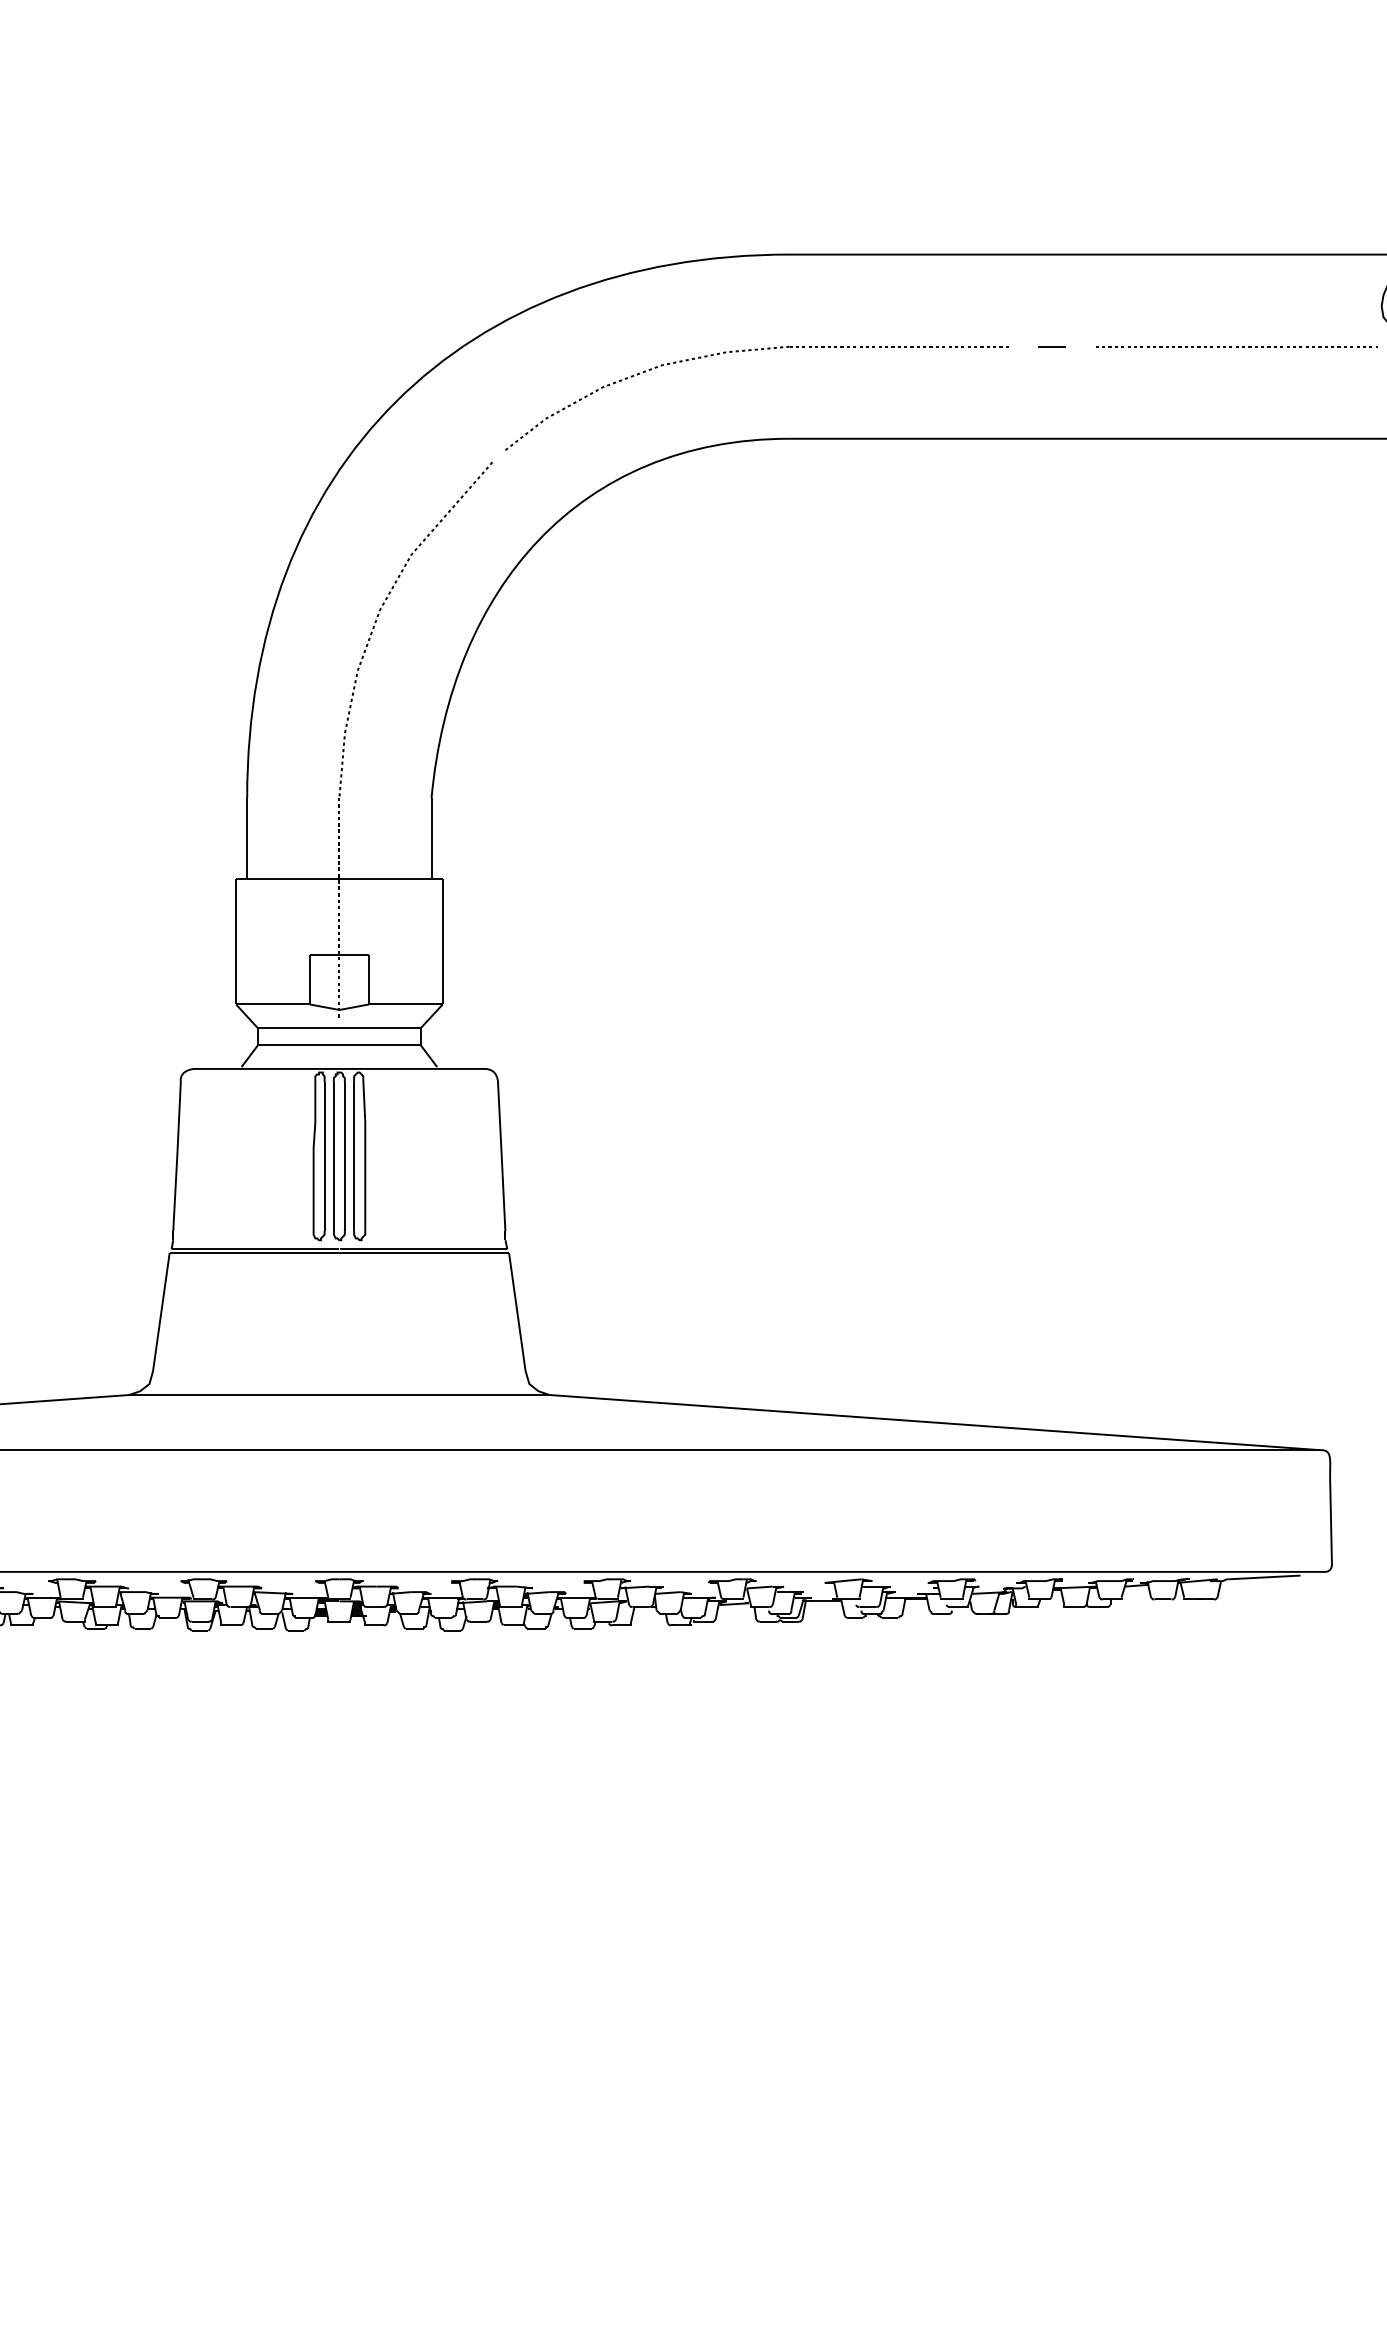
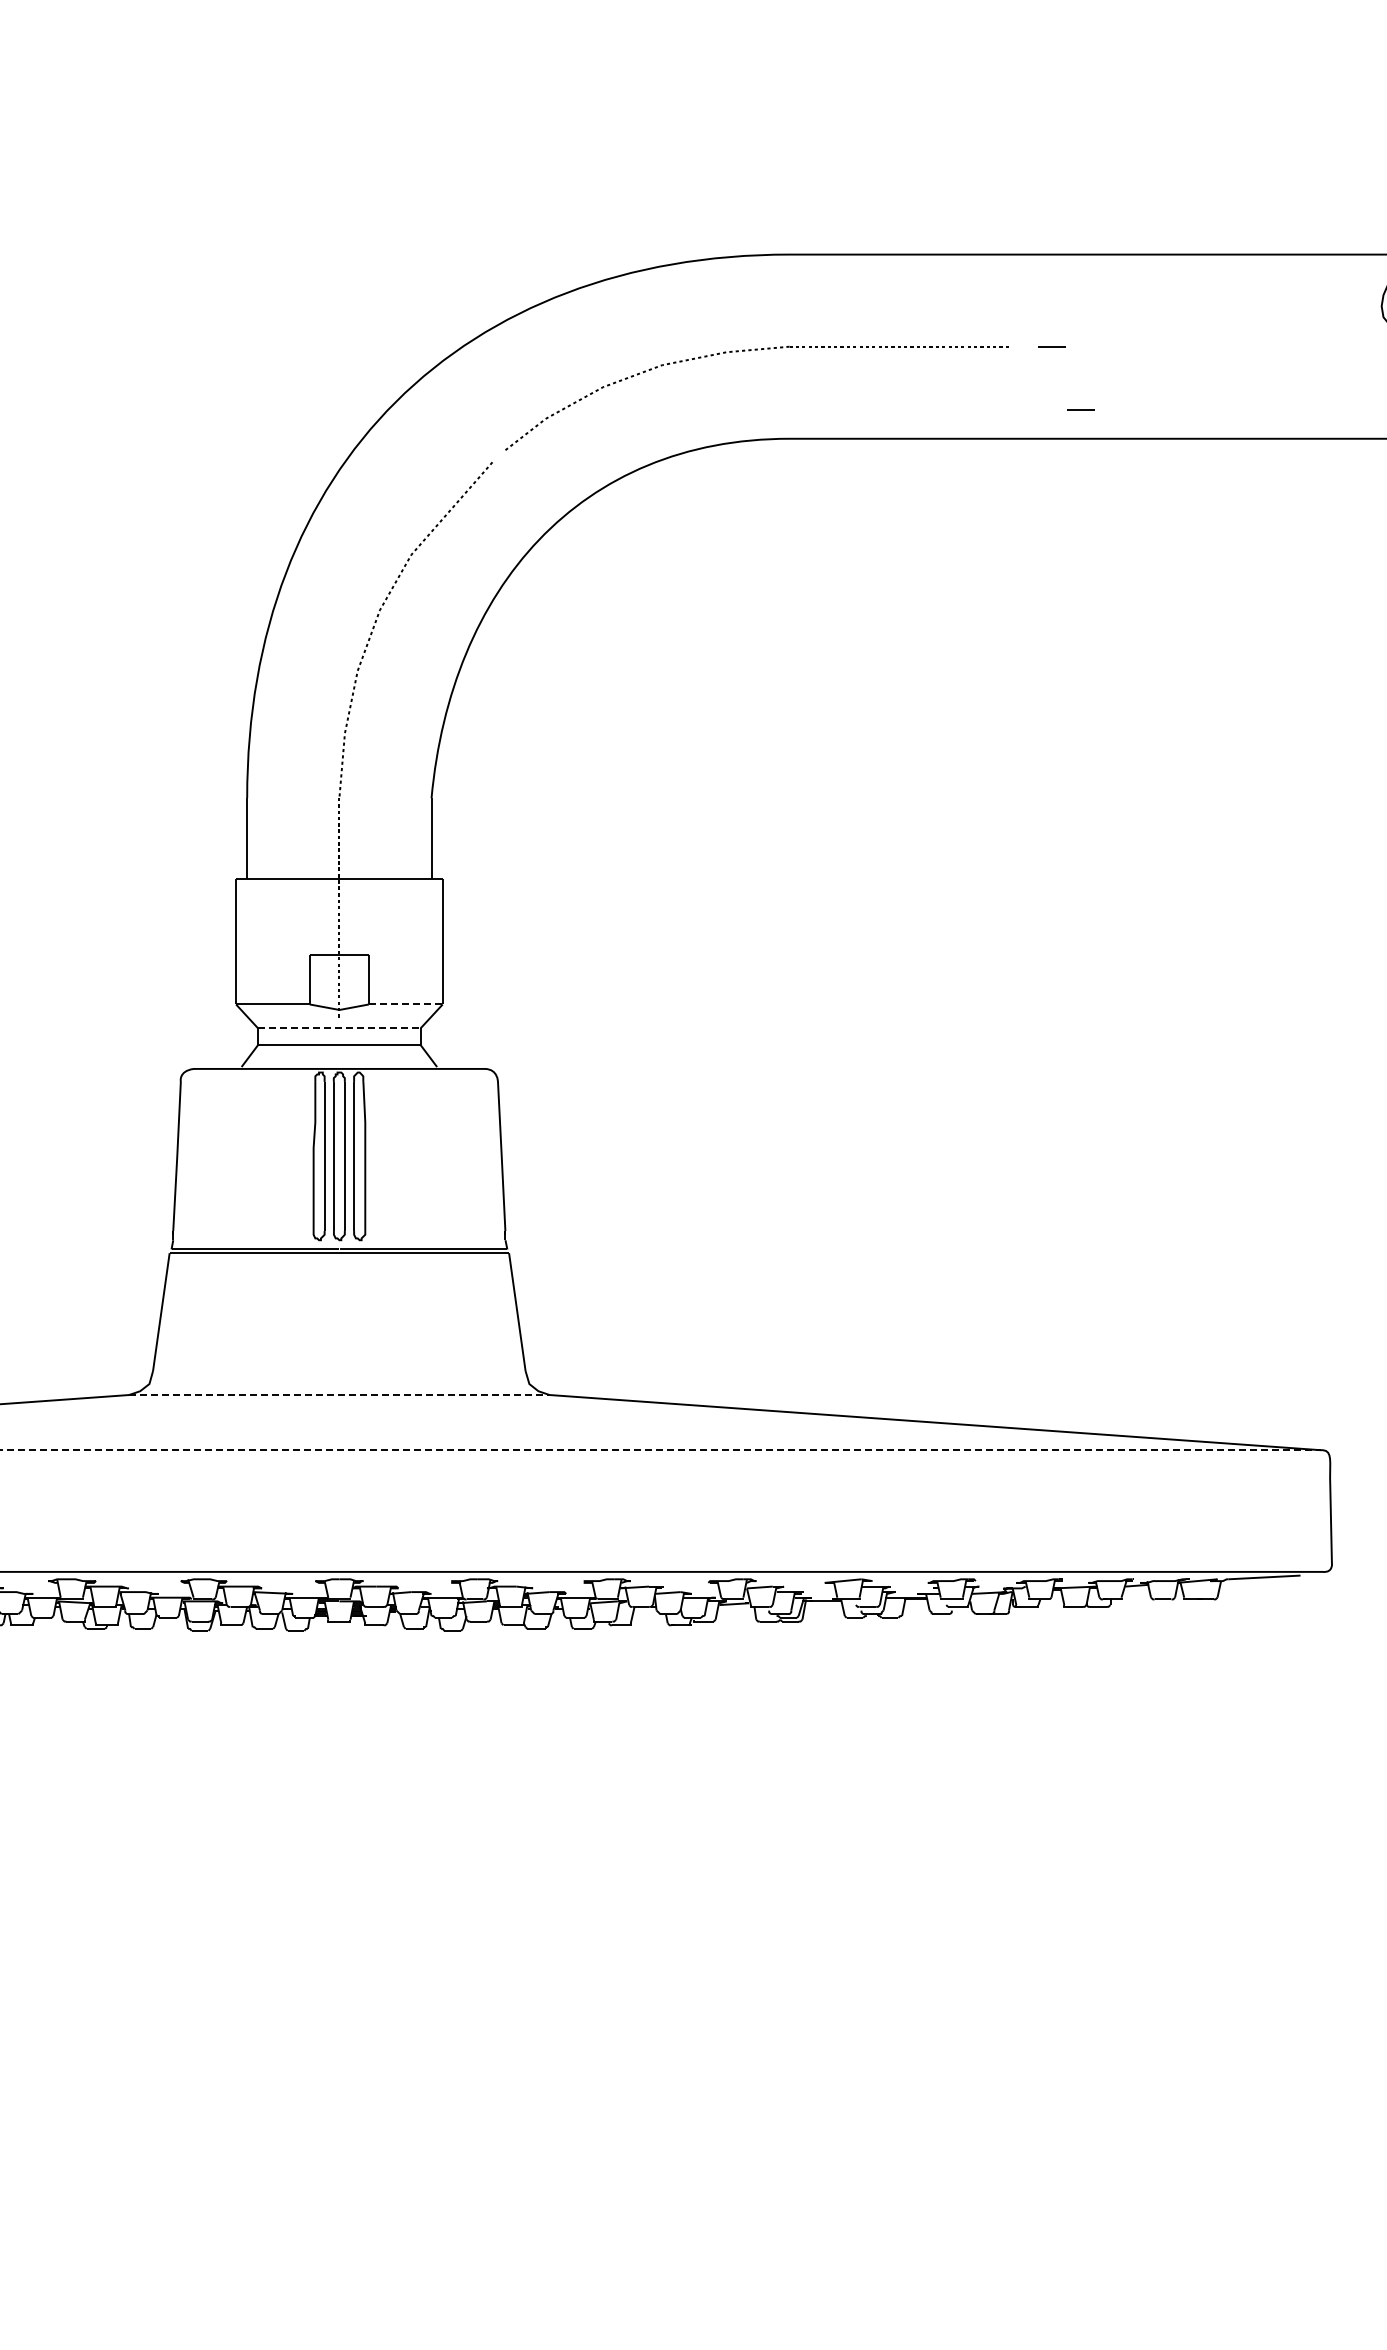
line at (1236, 346): present -> none
line at (1080, 409): none -> present
line at (405, 1004): solid -> dashed
line at (339, 1028): solid -> dashed
line at (339, 1395): solid -> dashed
line at (660, 1450): solid -> dashed
